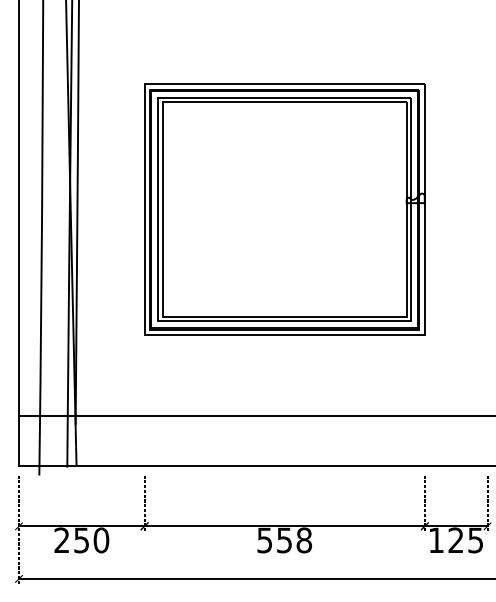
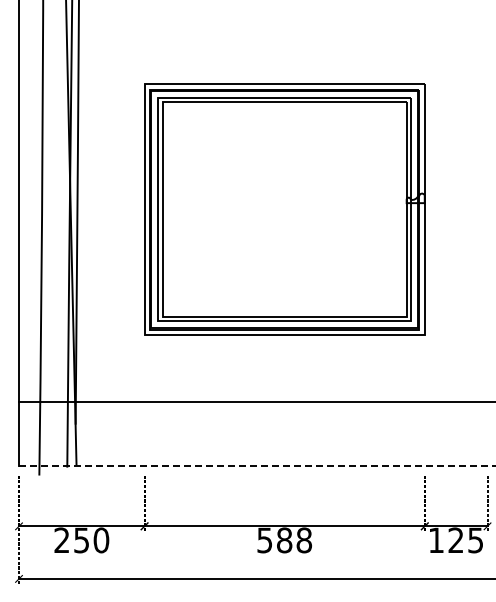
line at (255, 415) position: (255, 415) -> (255, 401)
line at (258, 465): solid -> dashed
text at (284, 540): 558 -> 588
